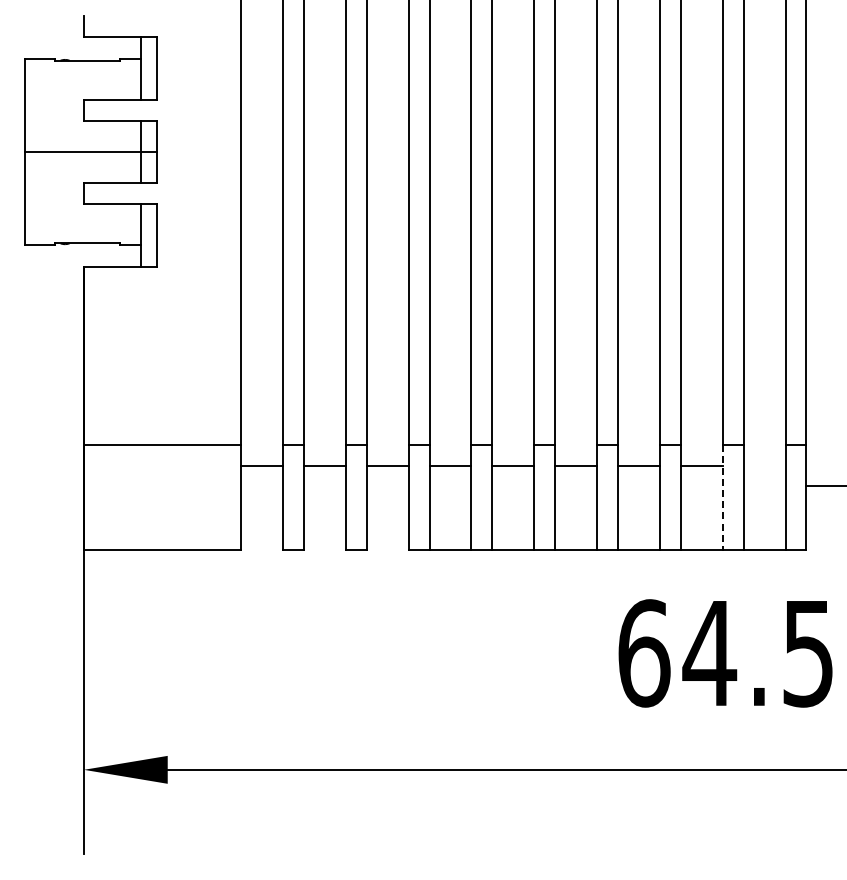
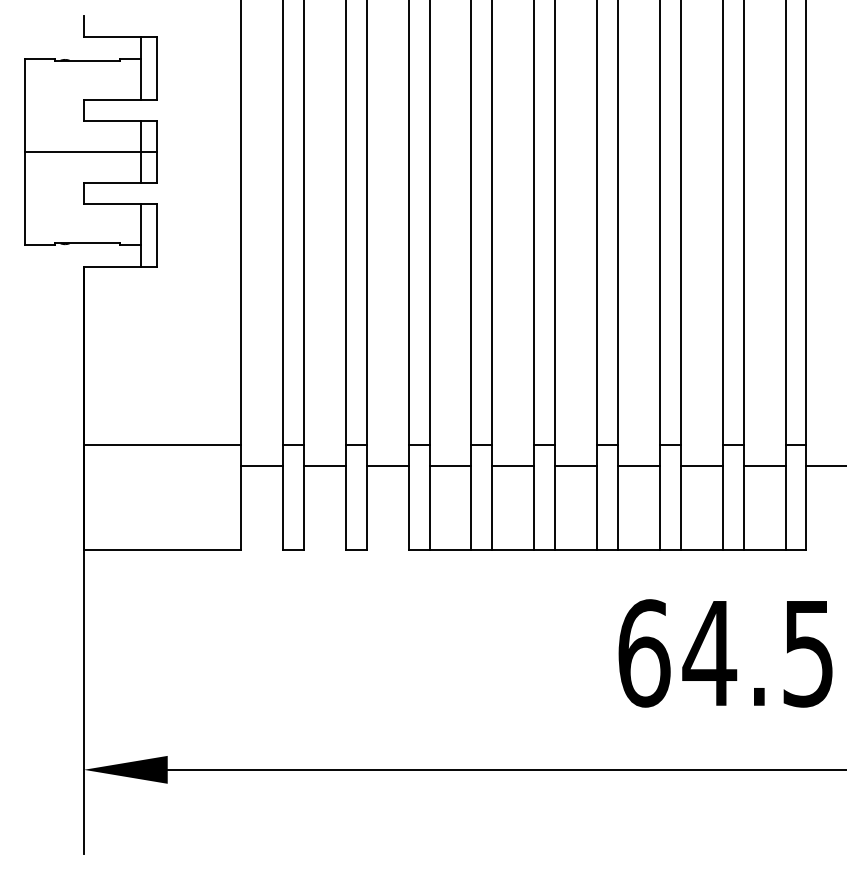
line at (764, 466): none -> present
line at (824, 486) position: (824, 486) -> (824, 466)
line at (722, 498): dashed -> solid
